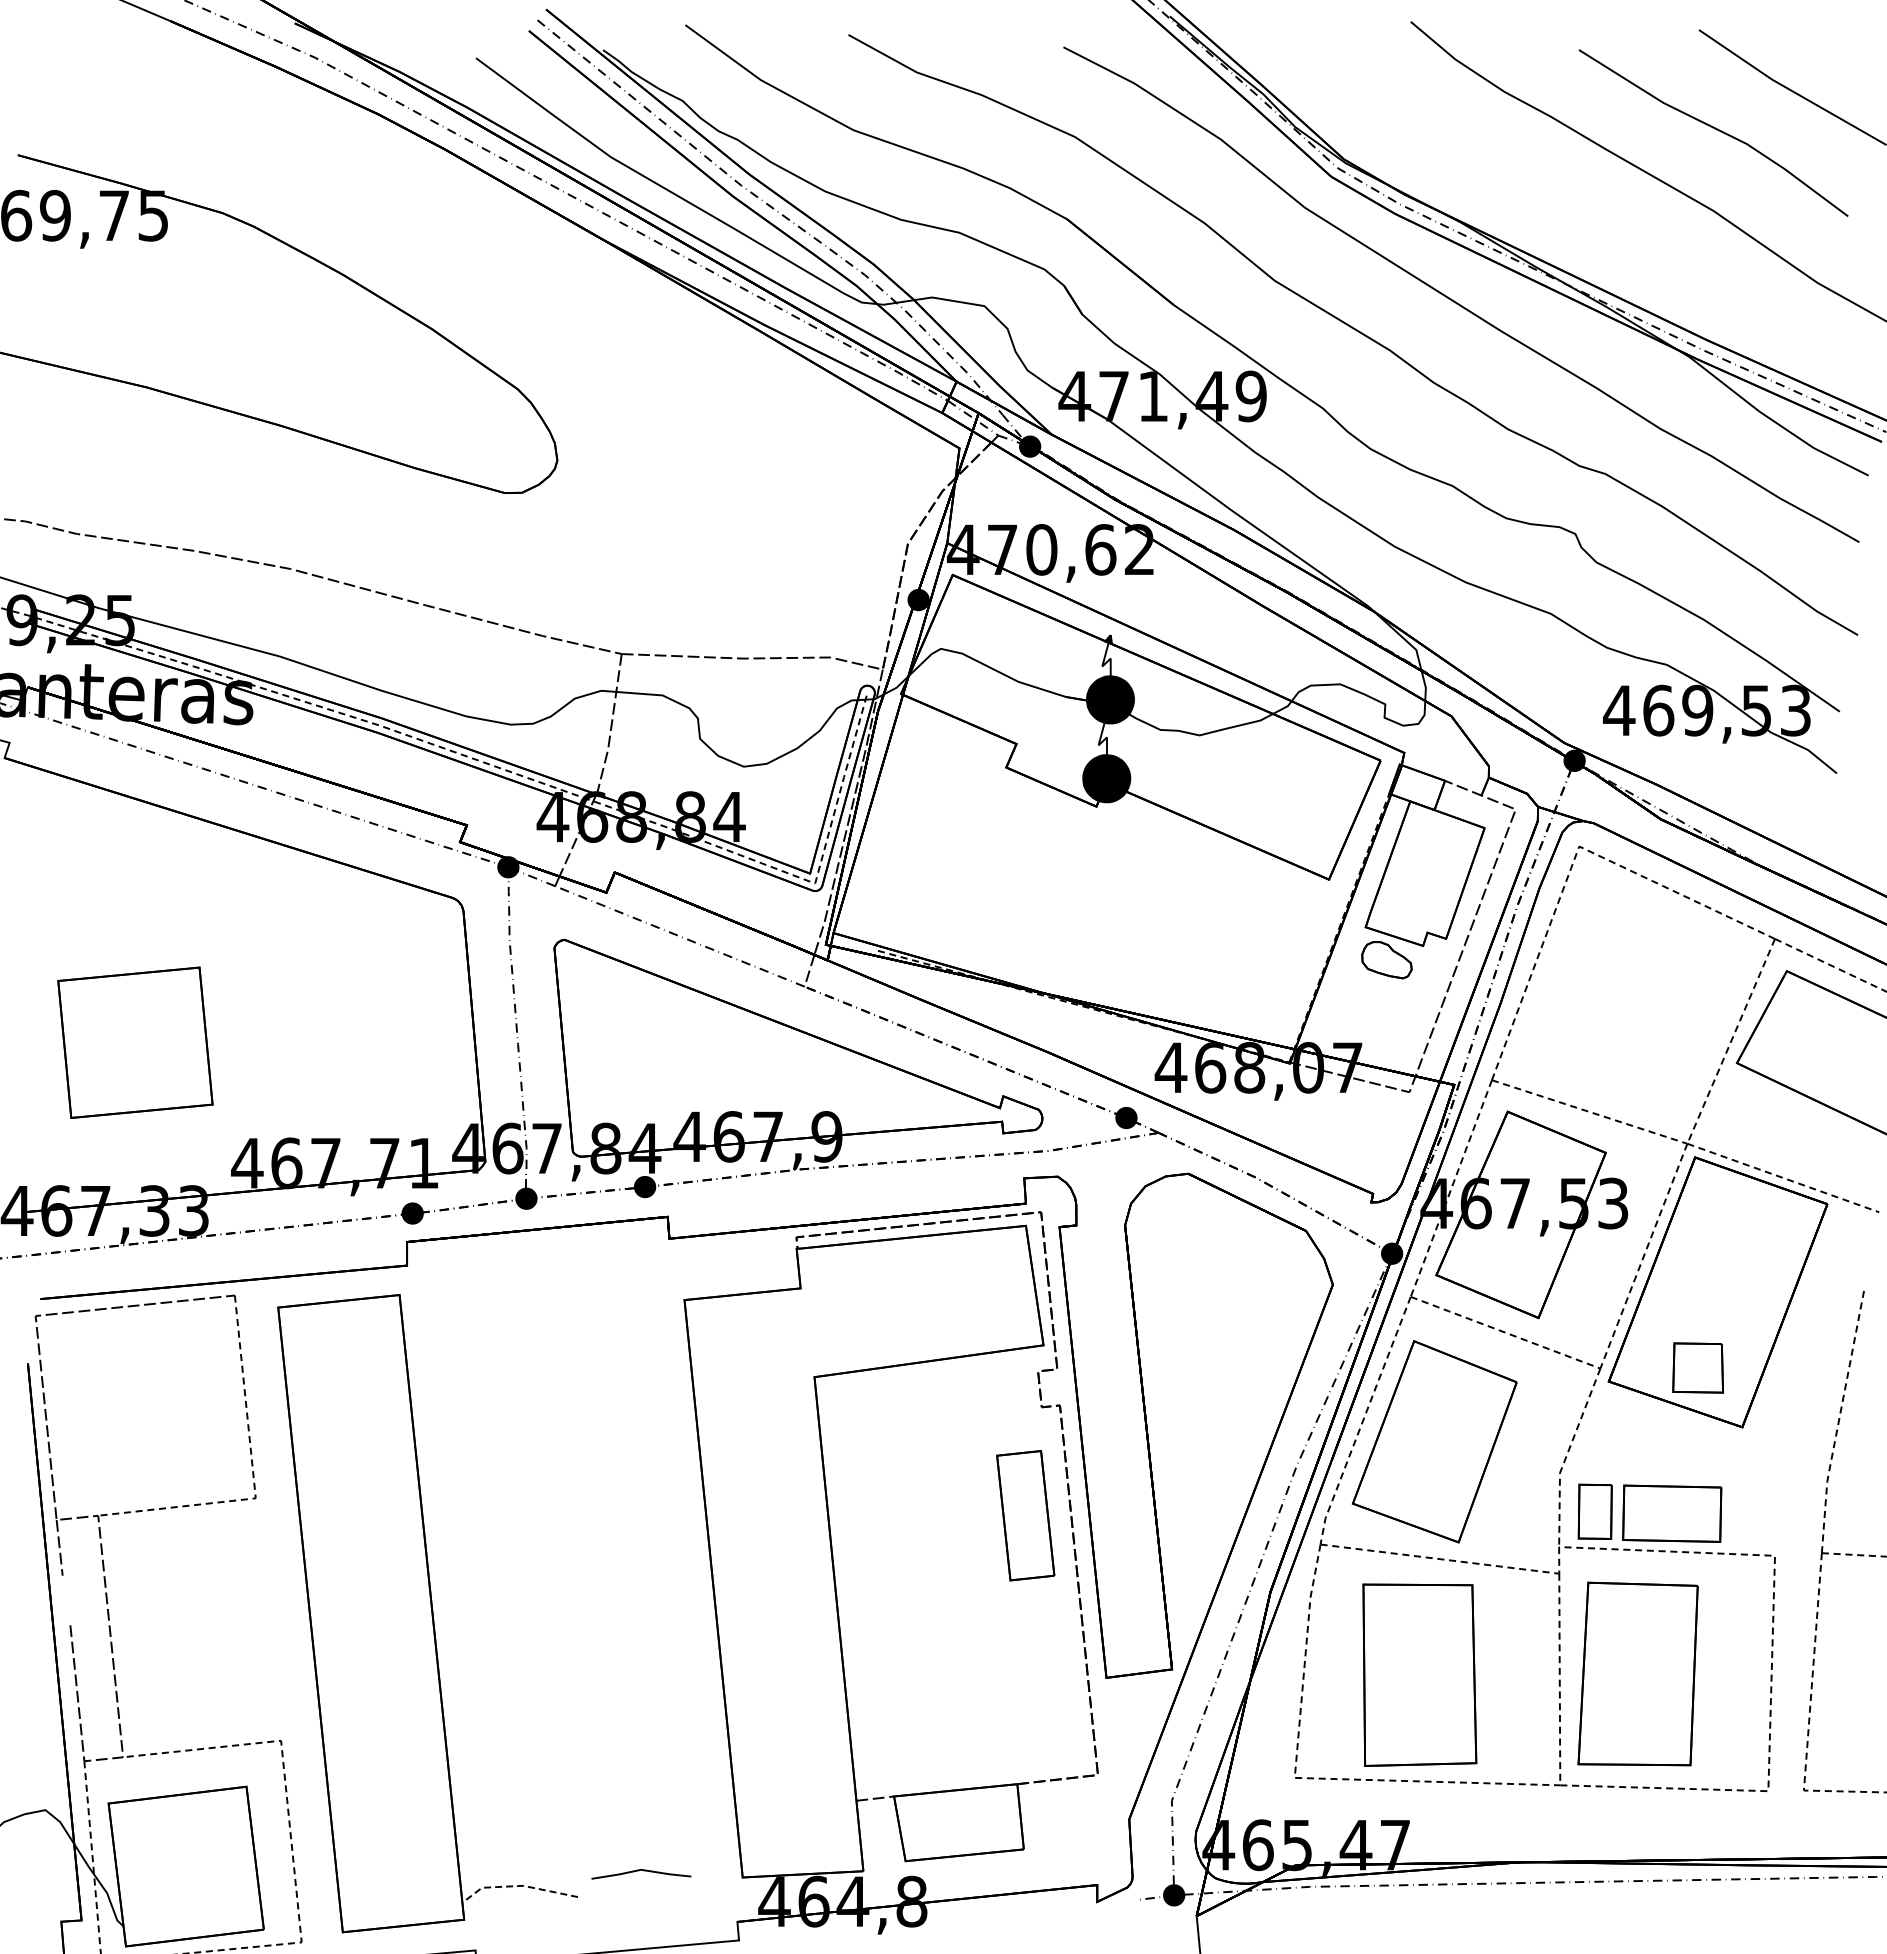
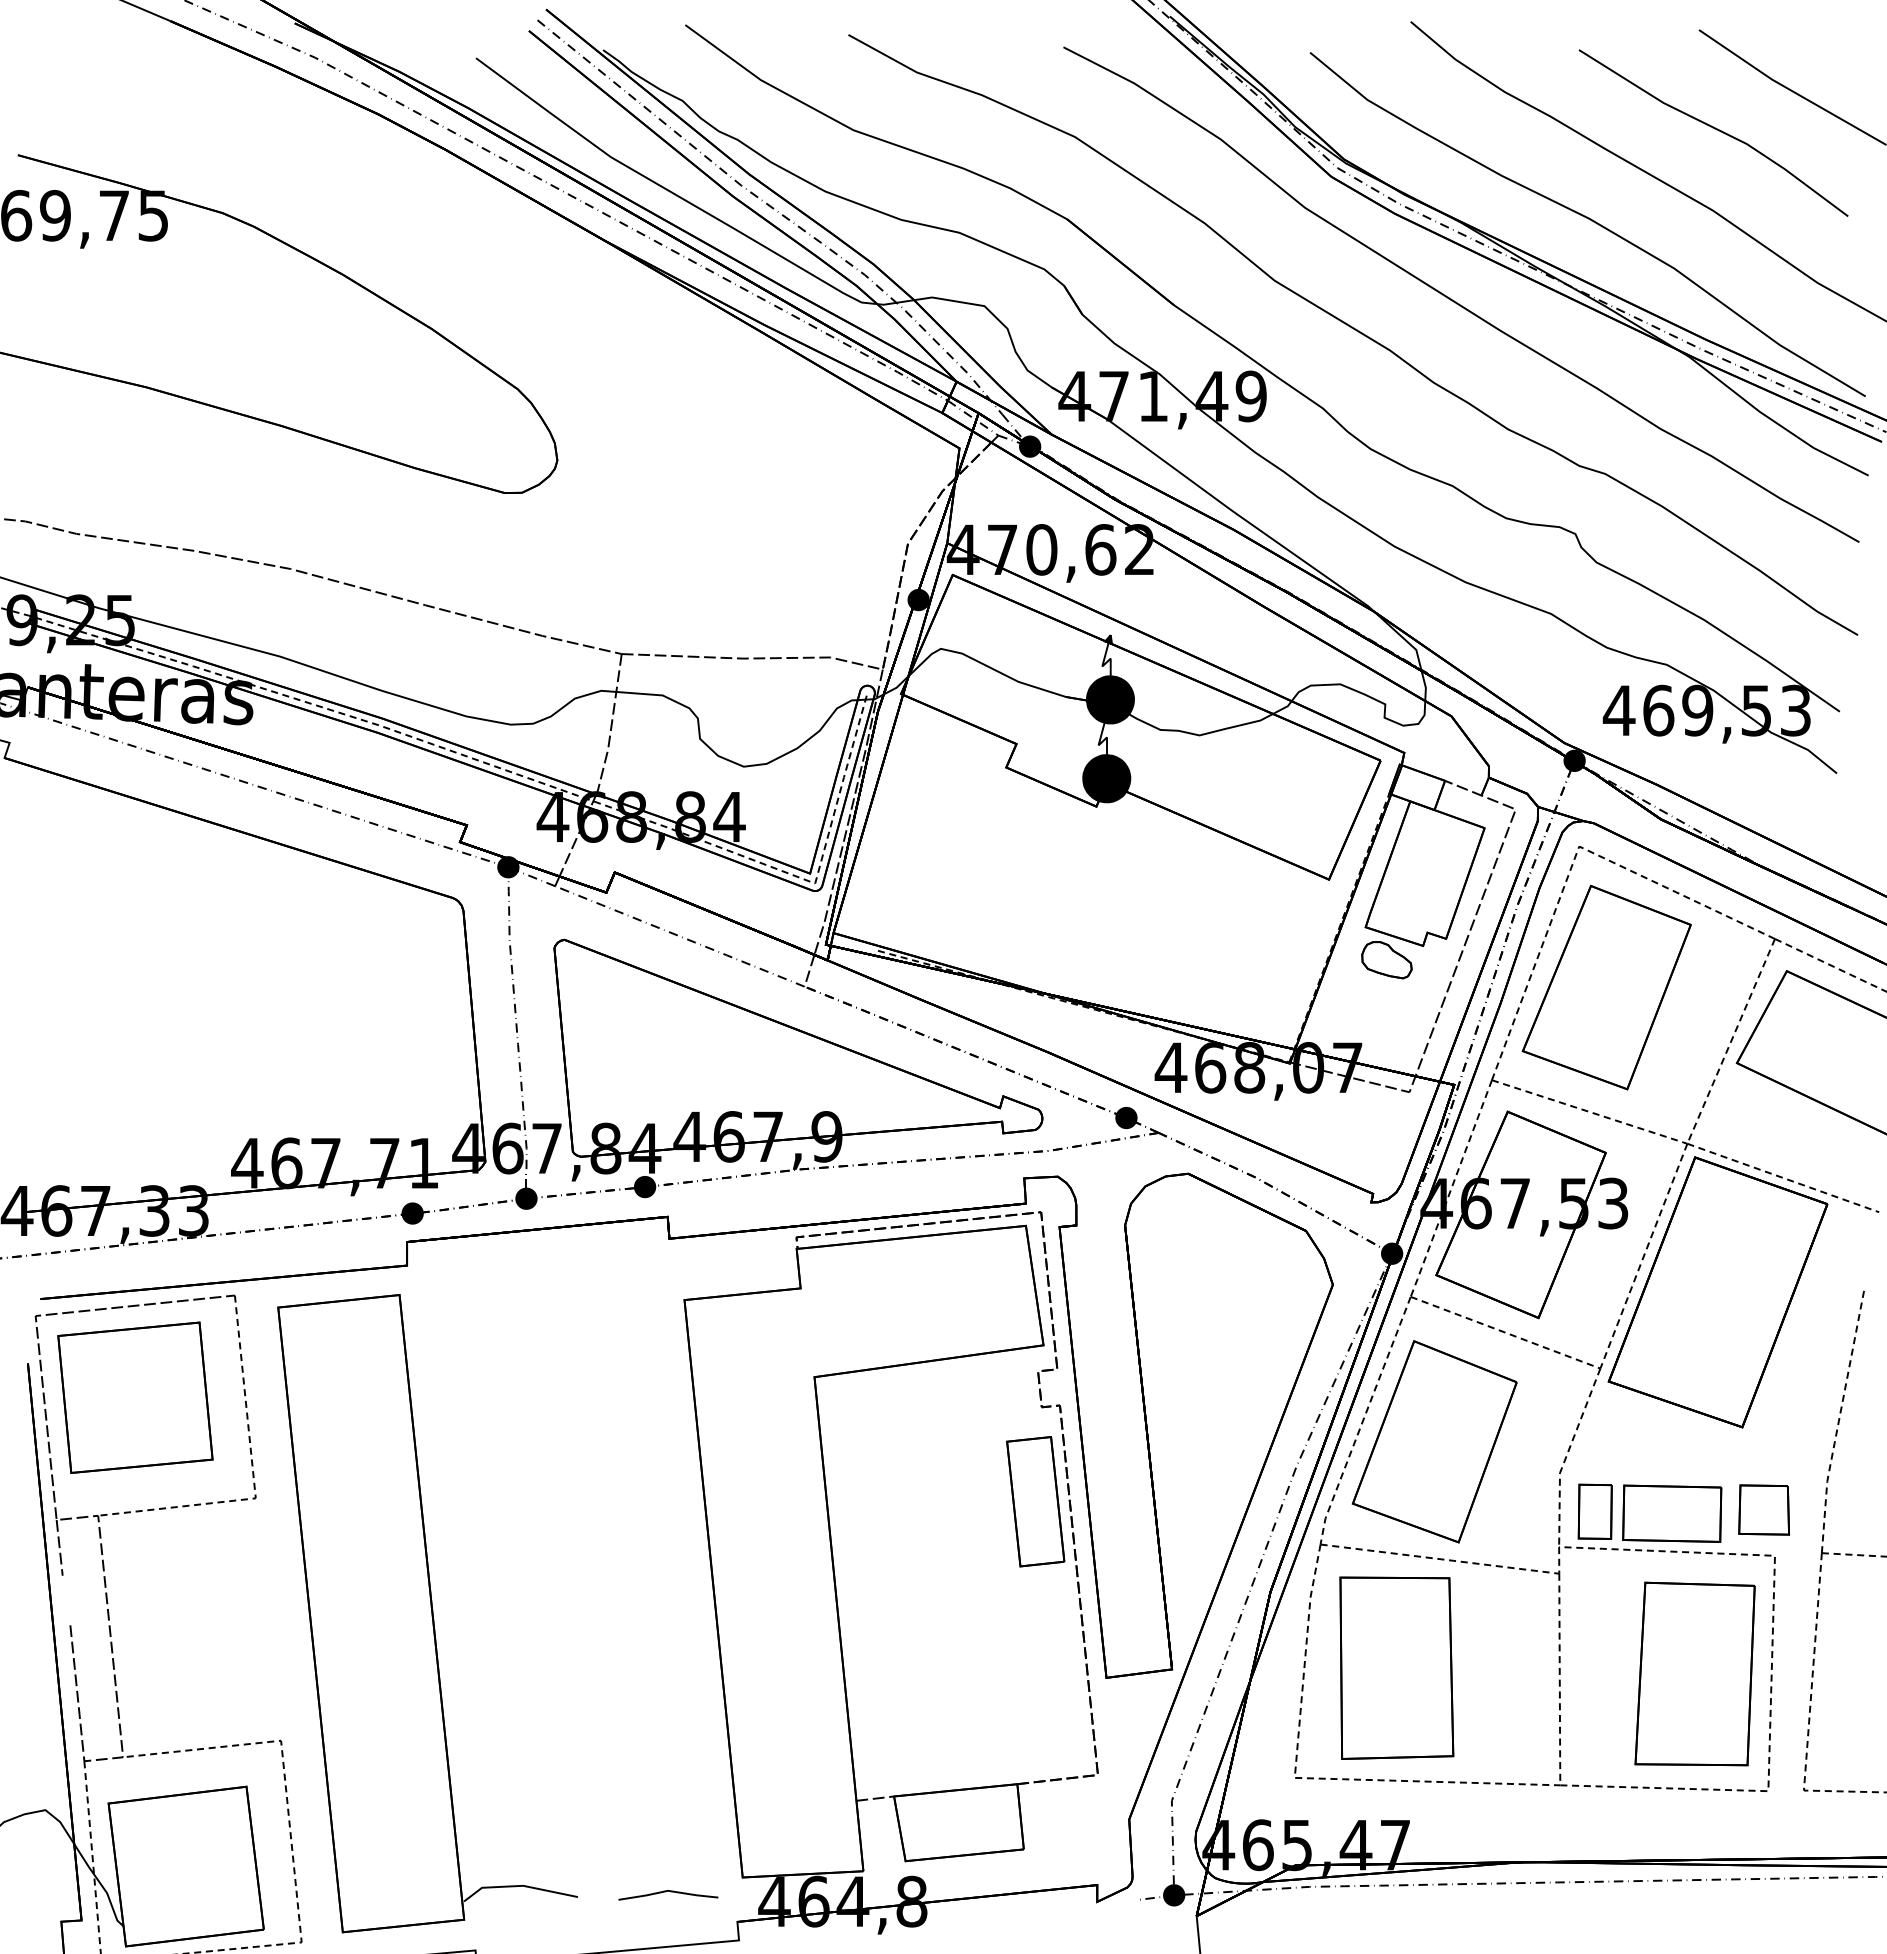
curve at (1590, 220): none -> present
part at (1606, 987): none -> present
part at (135, 1042) position: (135, 1042) -> (135, 1397)
part at (1697, 1367) position: (1697, 1367) -> (1763, 1509)
part at (1025, 1515) position: (1025, 1515) -> (1035, 1501)
part at (1637, 1673) position: (1637, 1673) -> (1694, 1673)
part at (1419, 1674) position: (1419, 1674) -> (1396, 1667)
line at (643, 1871) position: (643, 1871) -> (670, 1892)
line at (518, 1886): dashed -> solid
